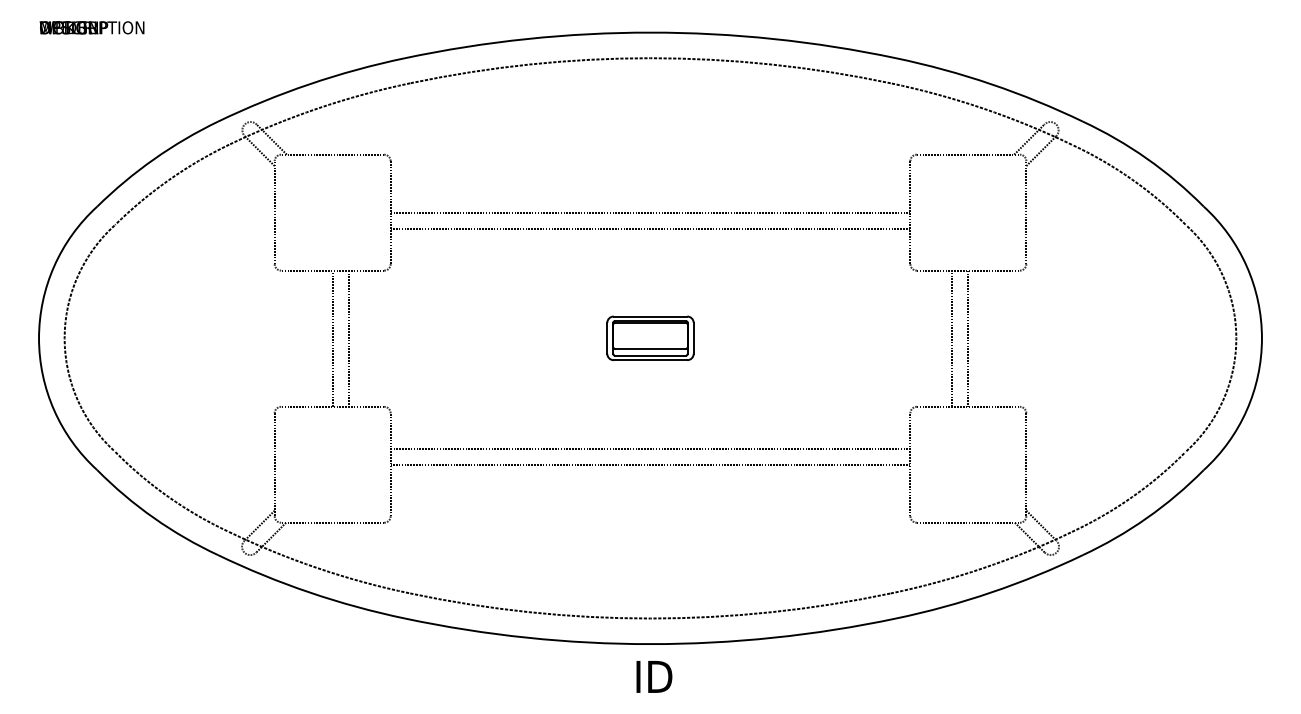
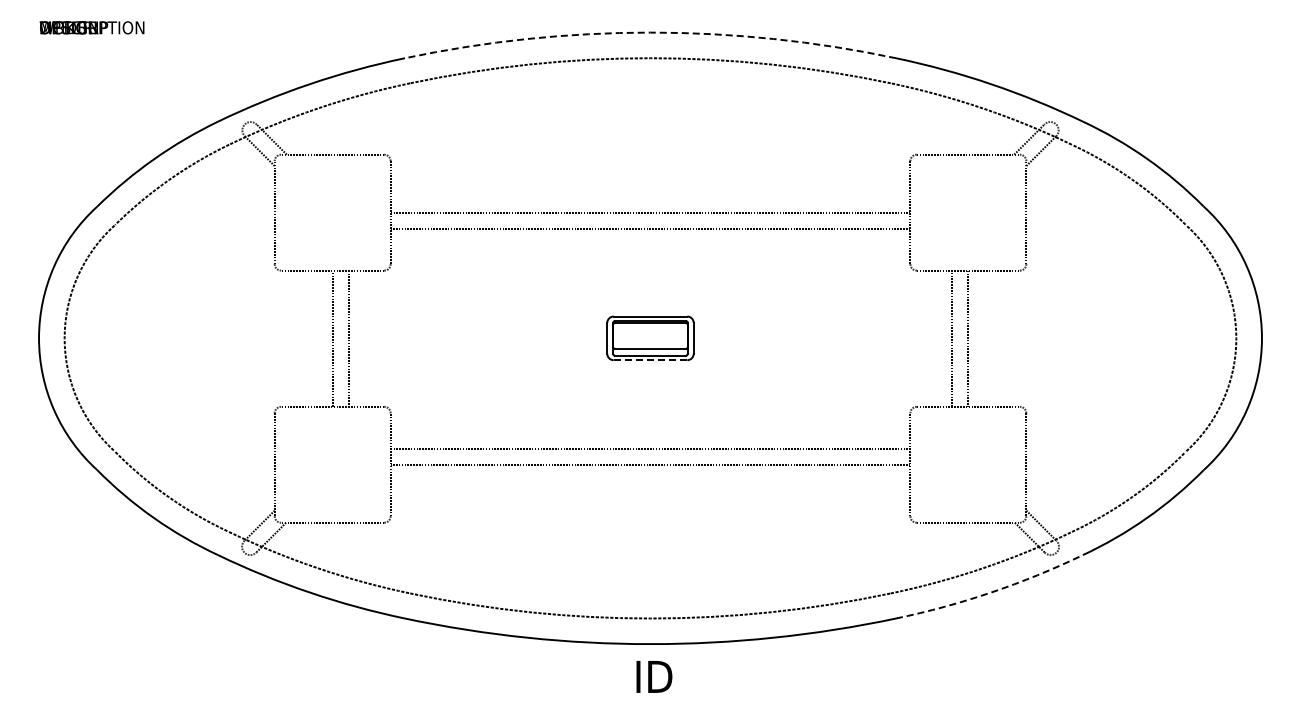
arc at (650, 32): solid -> dashed
line at (650, 360): solid -> dashed
arc at (991, 592): solid -> dashed
